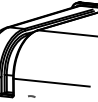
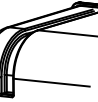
curve at (31, 96): present -> none
